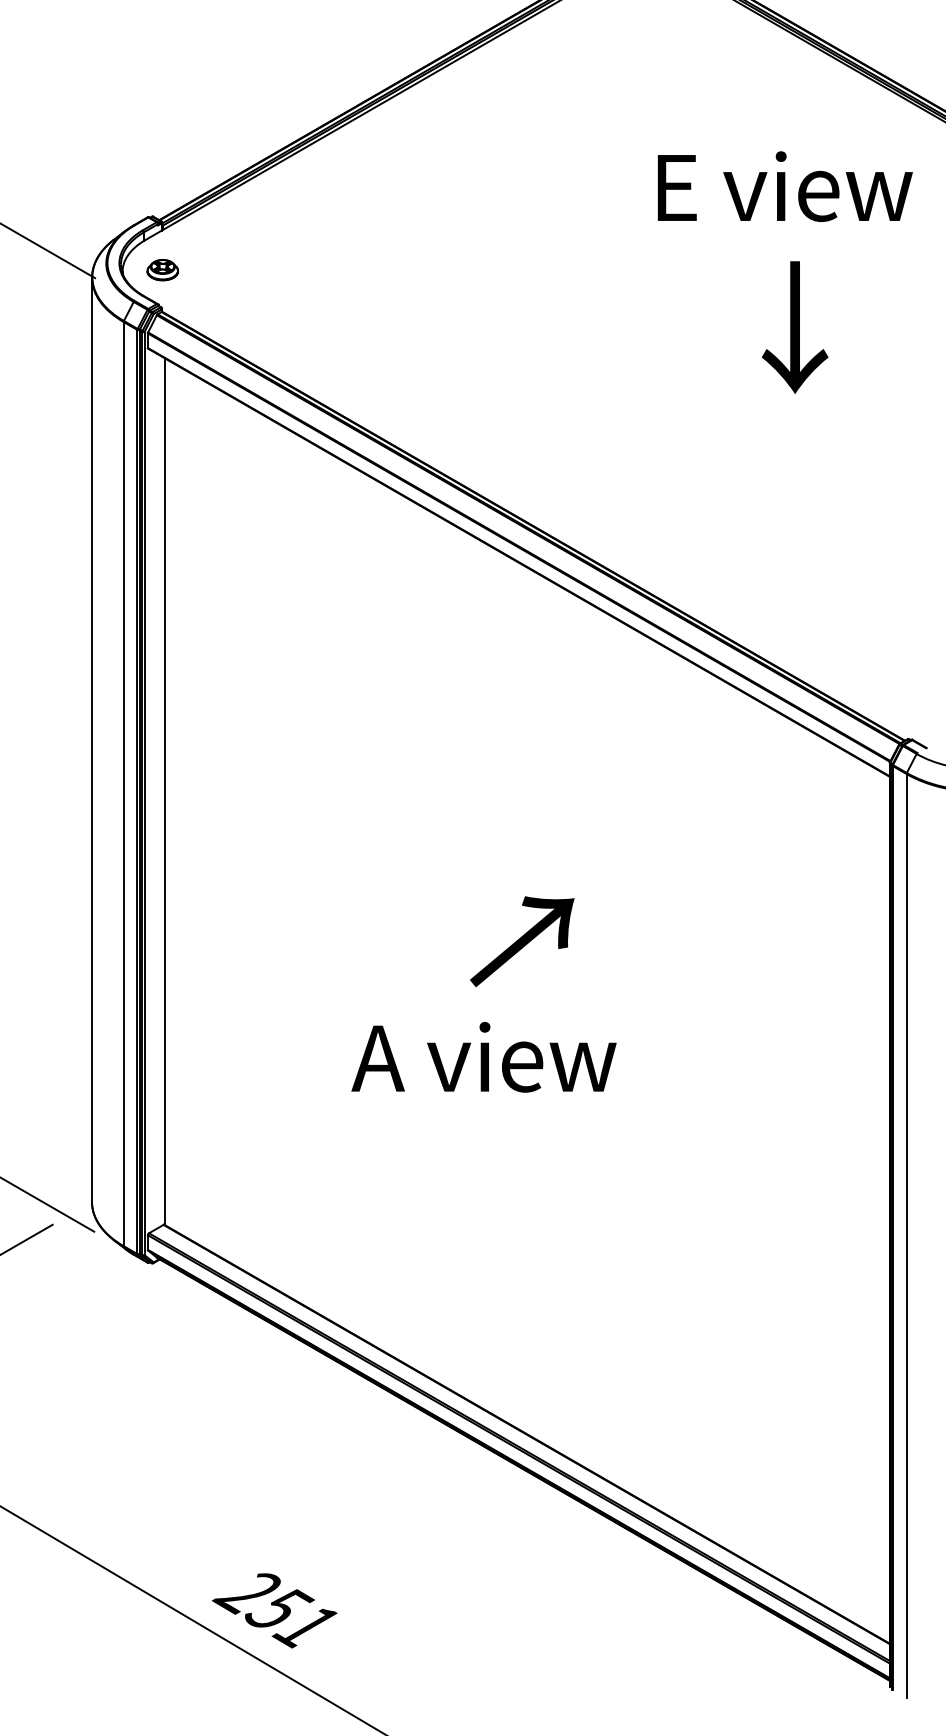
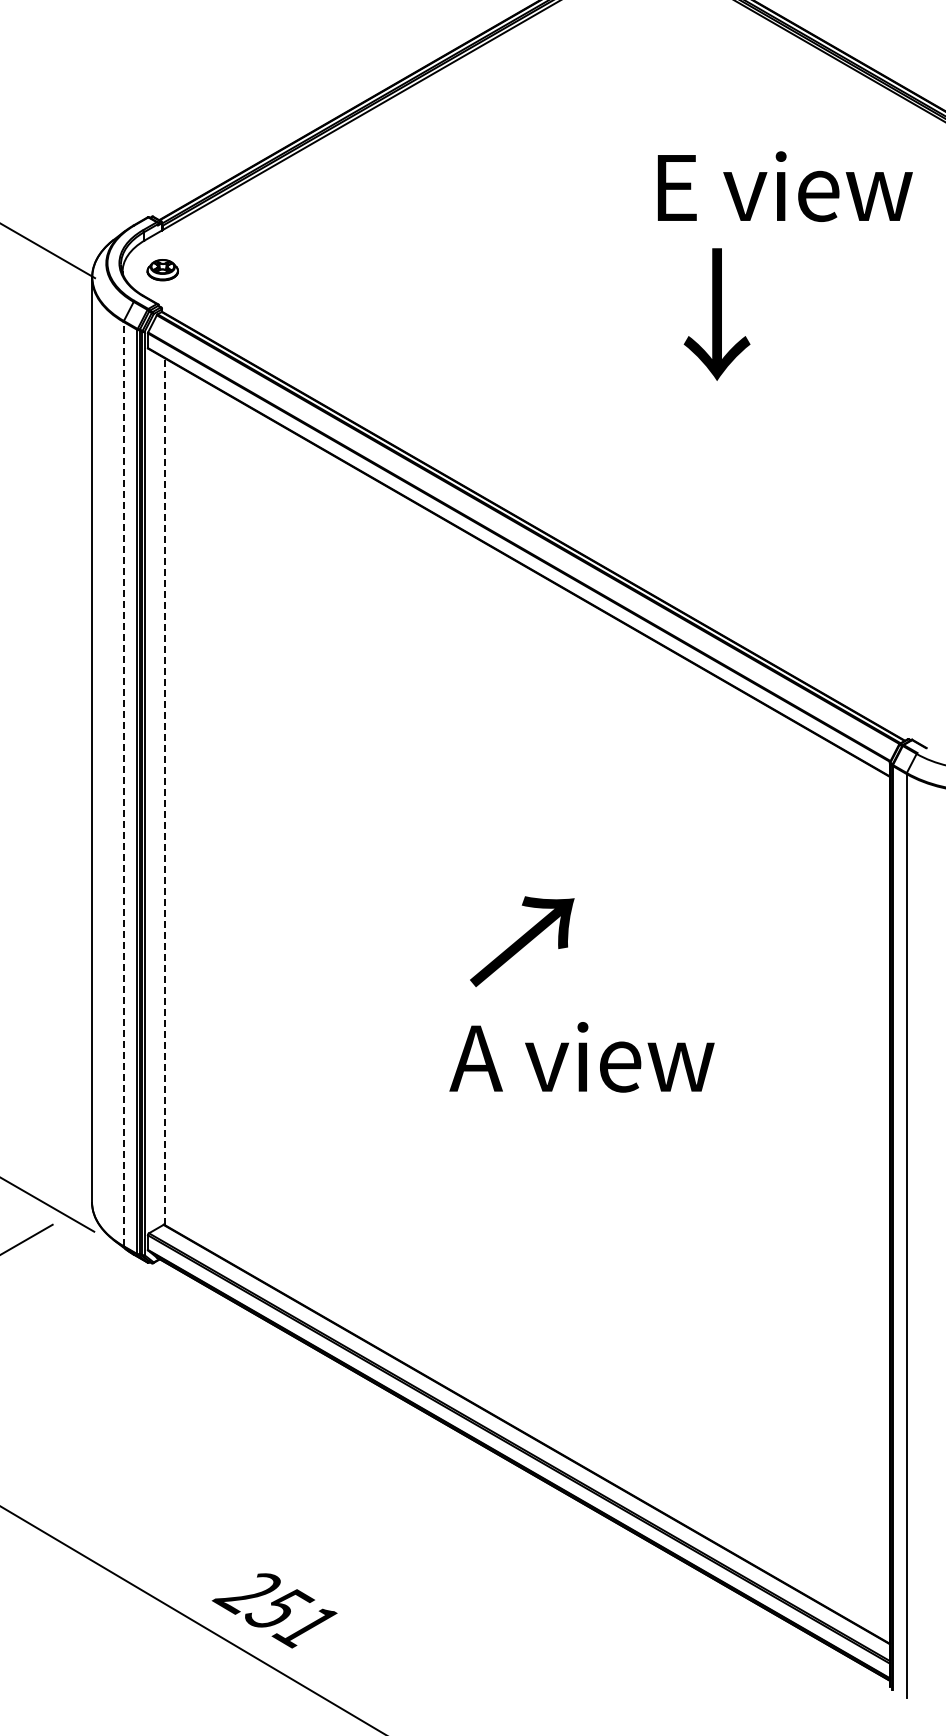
text at (794, 327) position: (794, 327) -> (716, 314)
line at (123, 783): solid -> dashed
line at (164, 791): solid -> dashed
text at (483, 1057) position: (483, 1057) -> (581, 1057)
